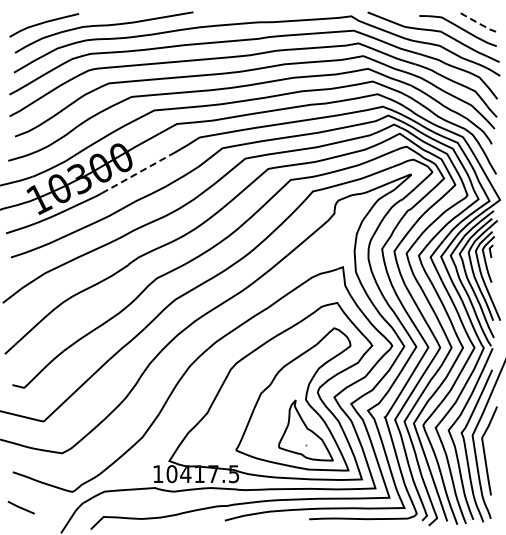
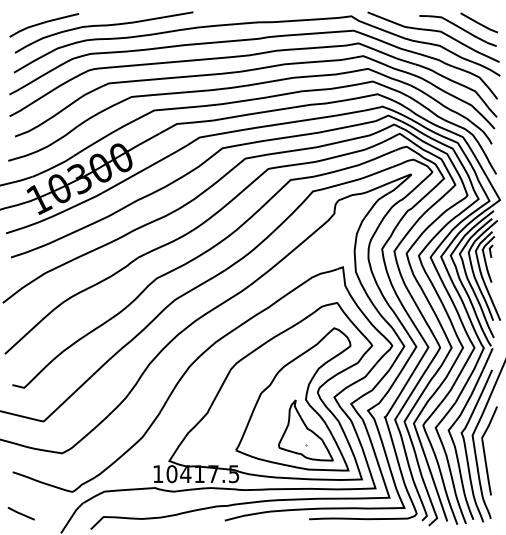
line at (479, 23): dashed -> solid
line at (135, 174): dashed -> solid
line at (20, 507) position: (20, 507) -> (20, 513)
